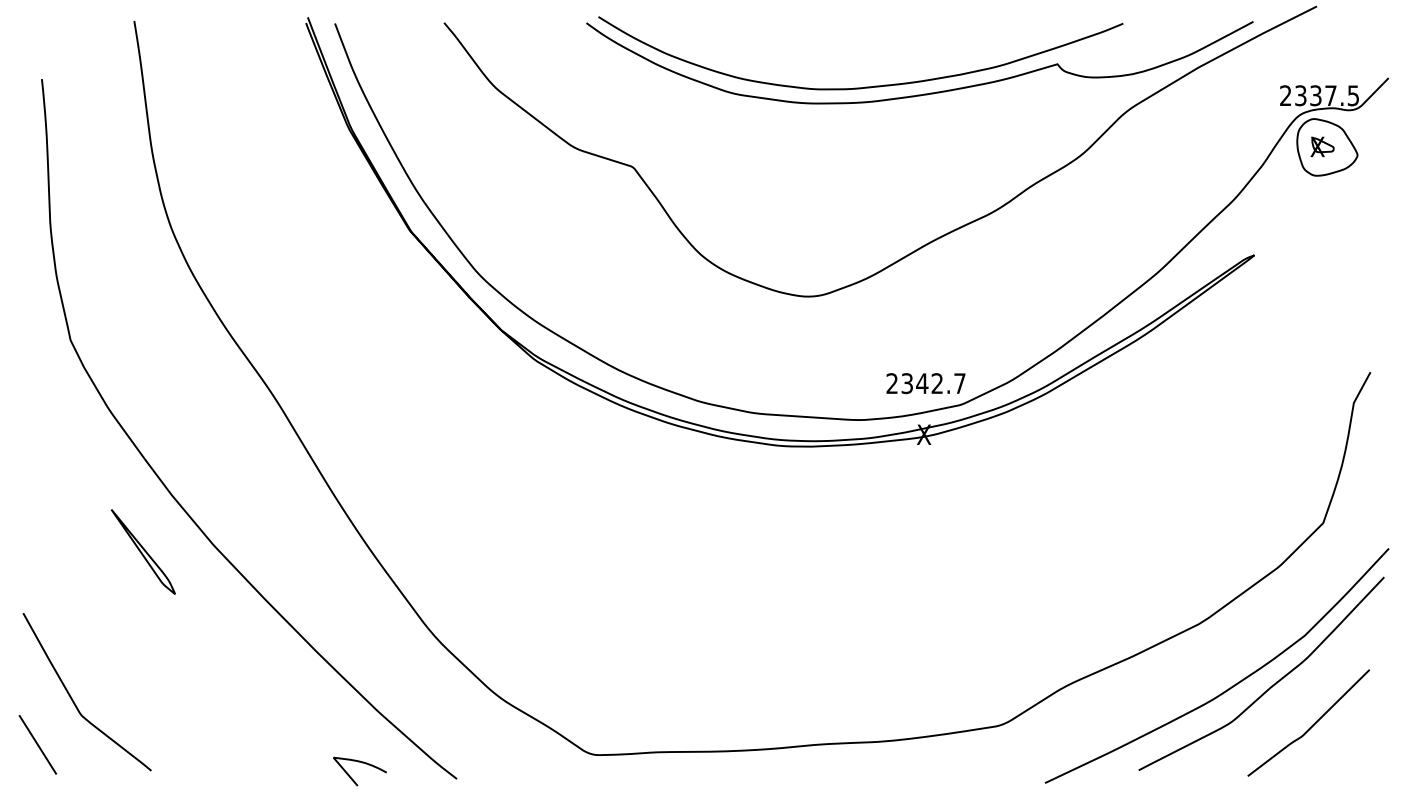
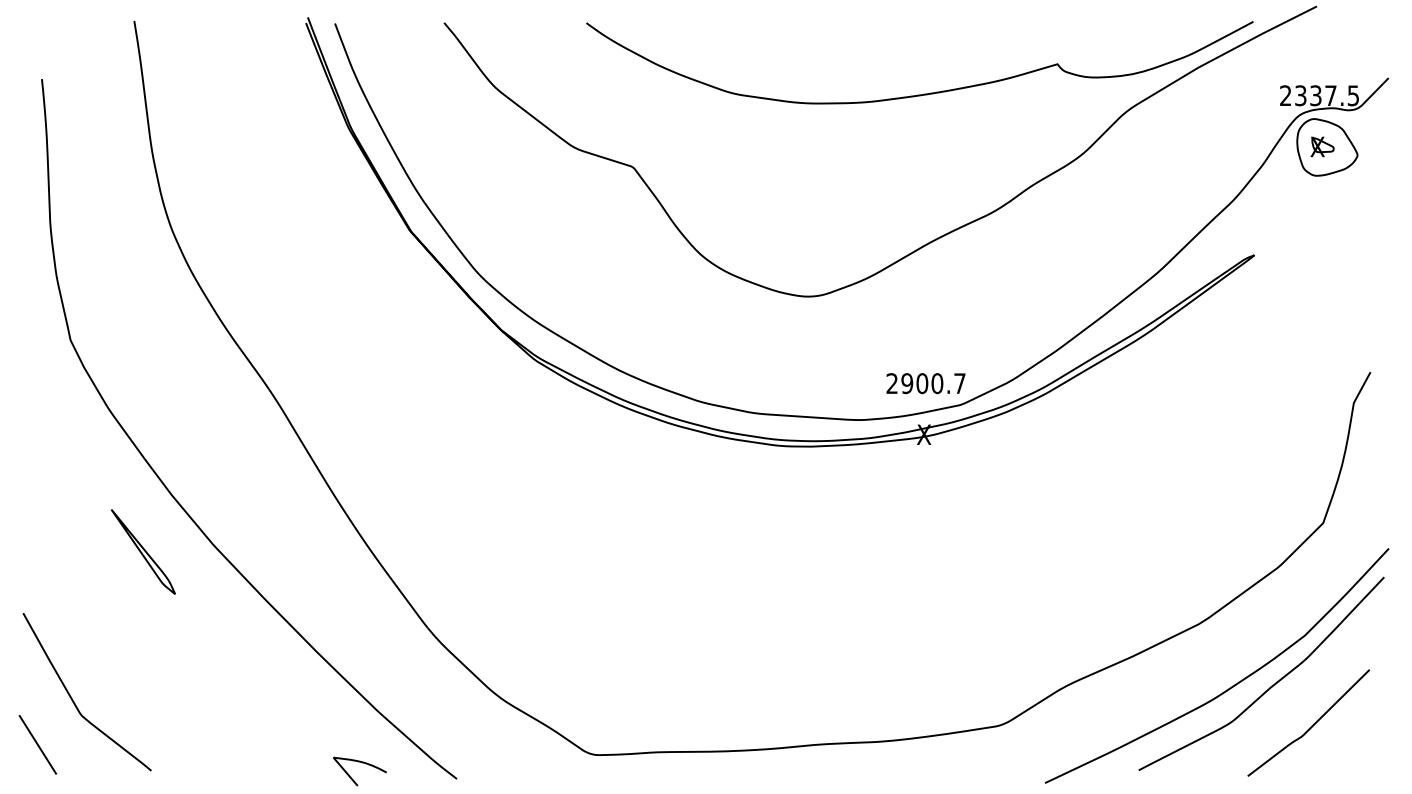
curve at (865, 86): present -> none
text at (922, 383): 2342.7 -> 2900.7
